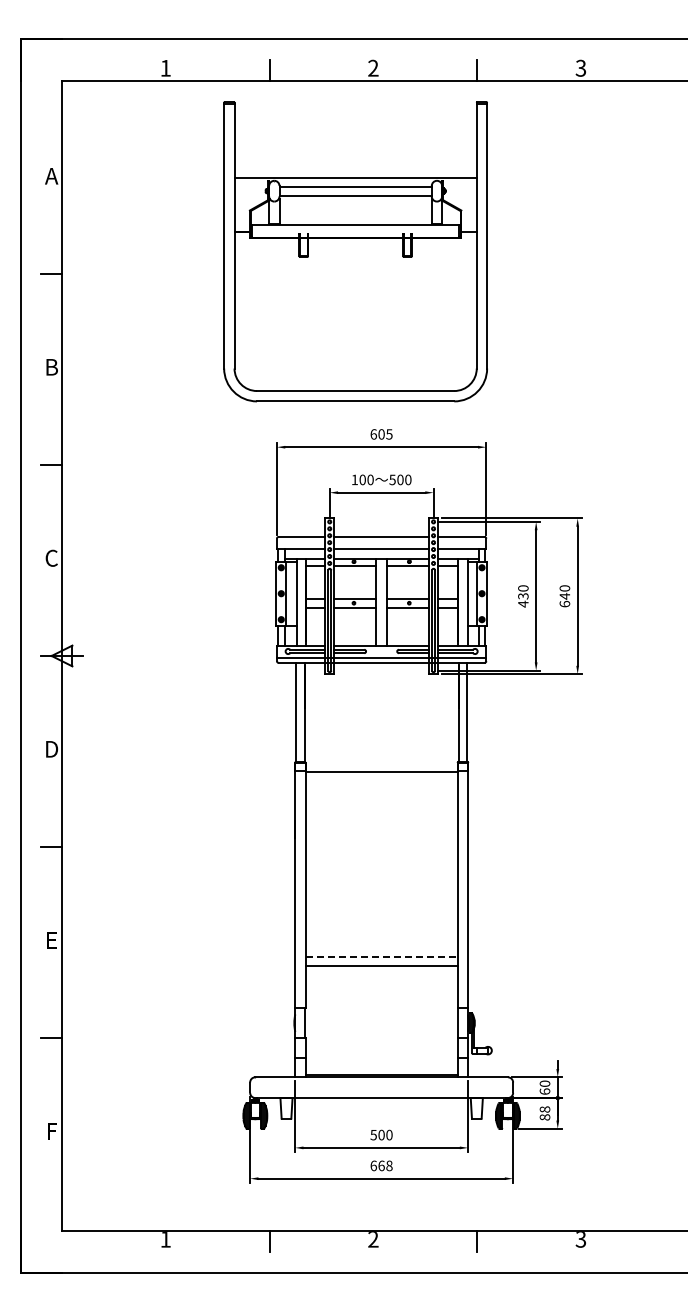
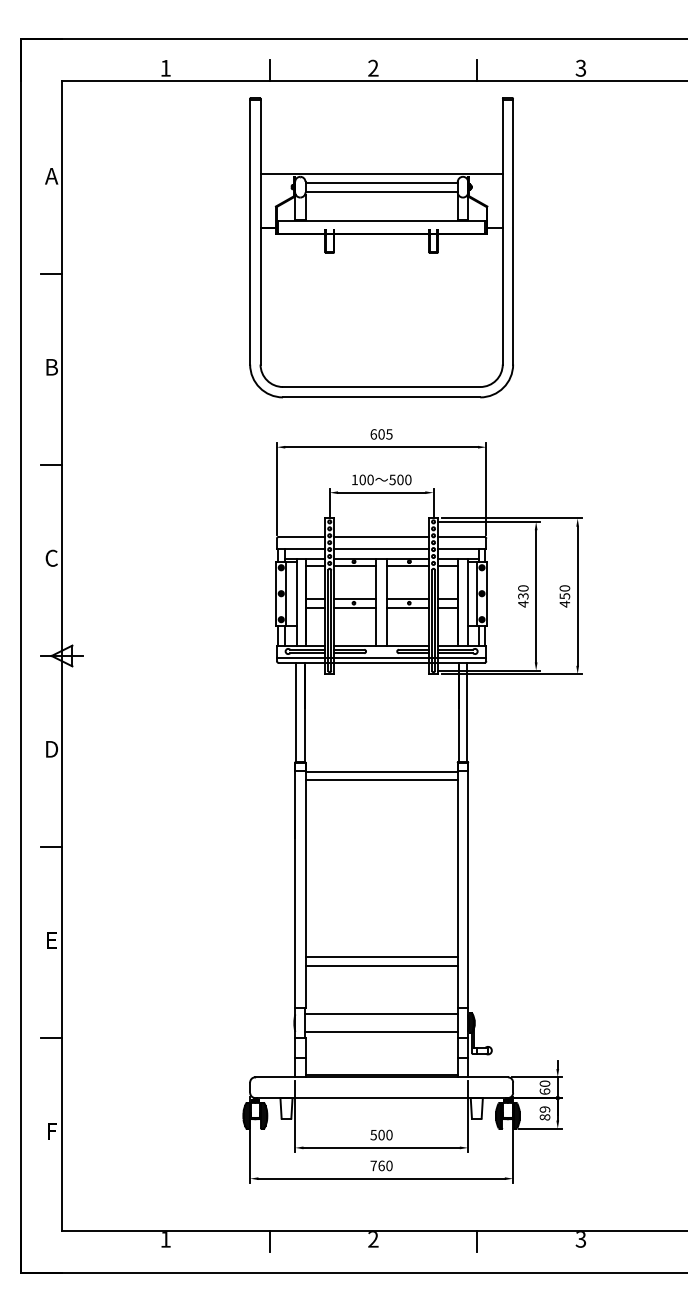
part at (355, 251) position: (355, 251) -> (381, 247)
text at (564, 599): 640 -> 450
line at (381, 780): none -> present
line at (382, 957): dashed -> solid
line at (381, 1014): none -> present
line at (381, 1031): none -> present
text at (544, 1109): 88 -> 89
text at (381, 1165): 668 -> 760
